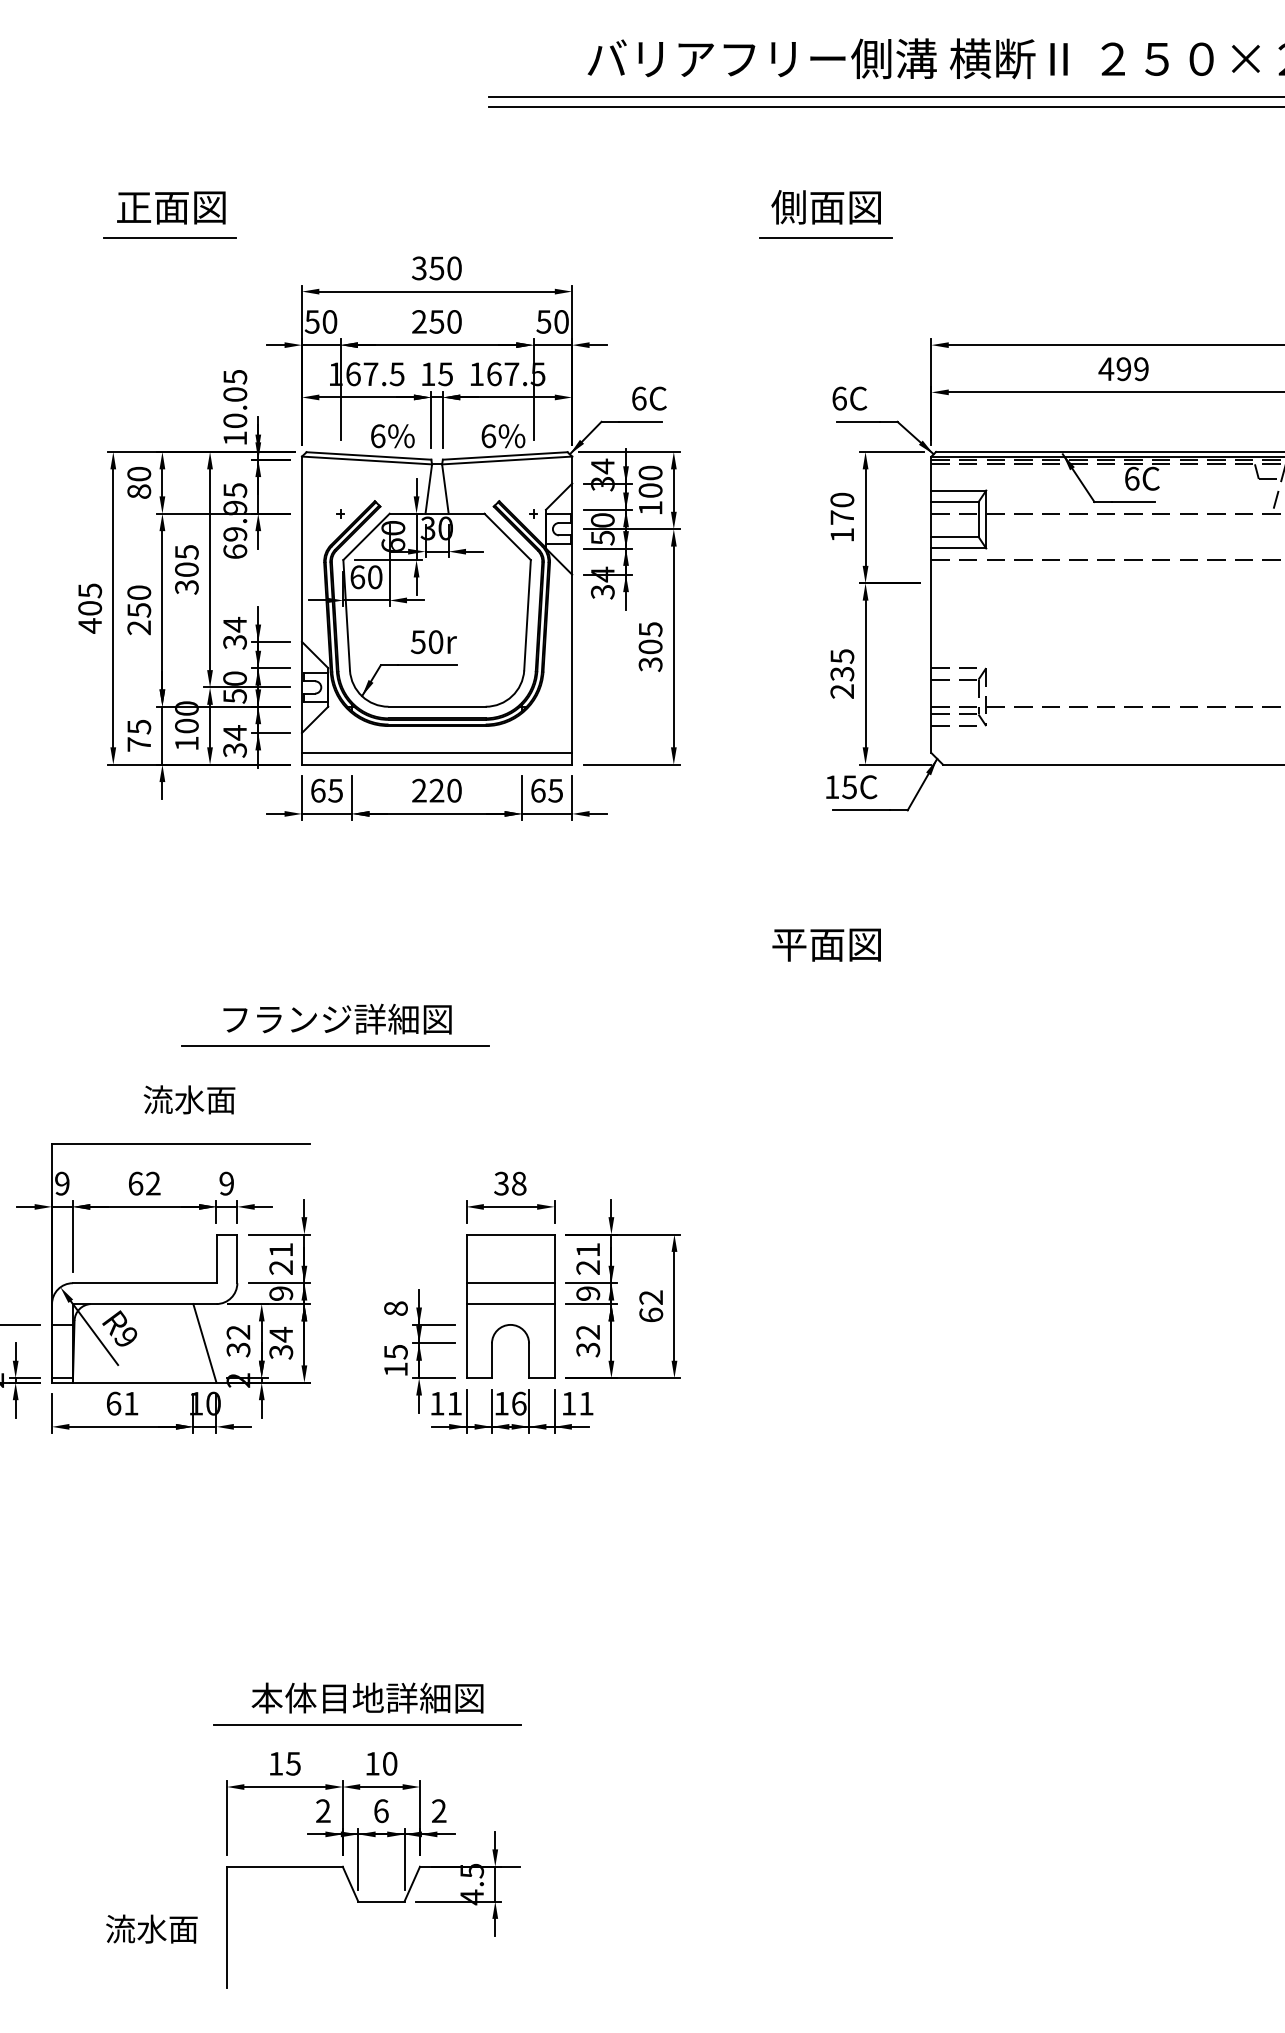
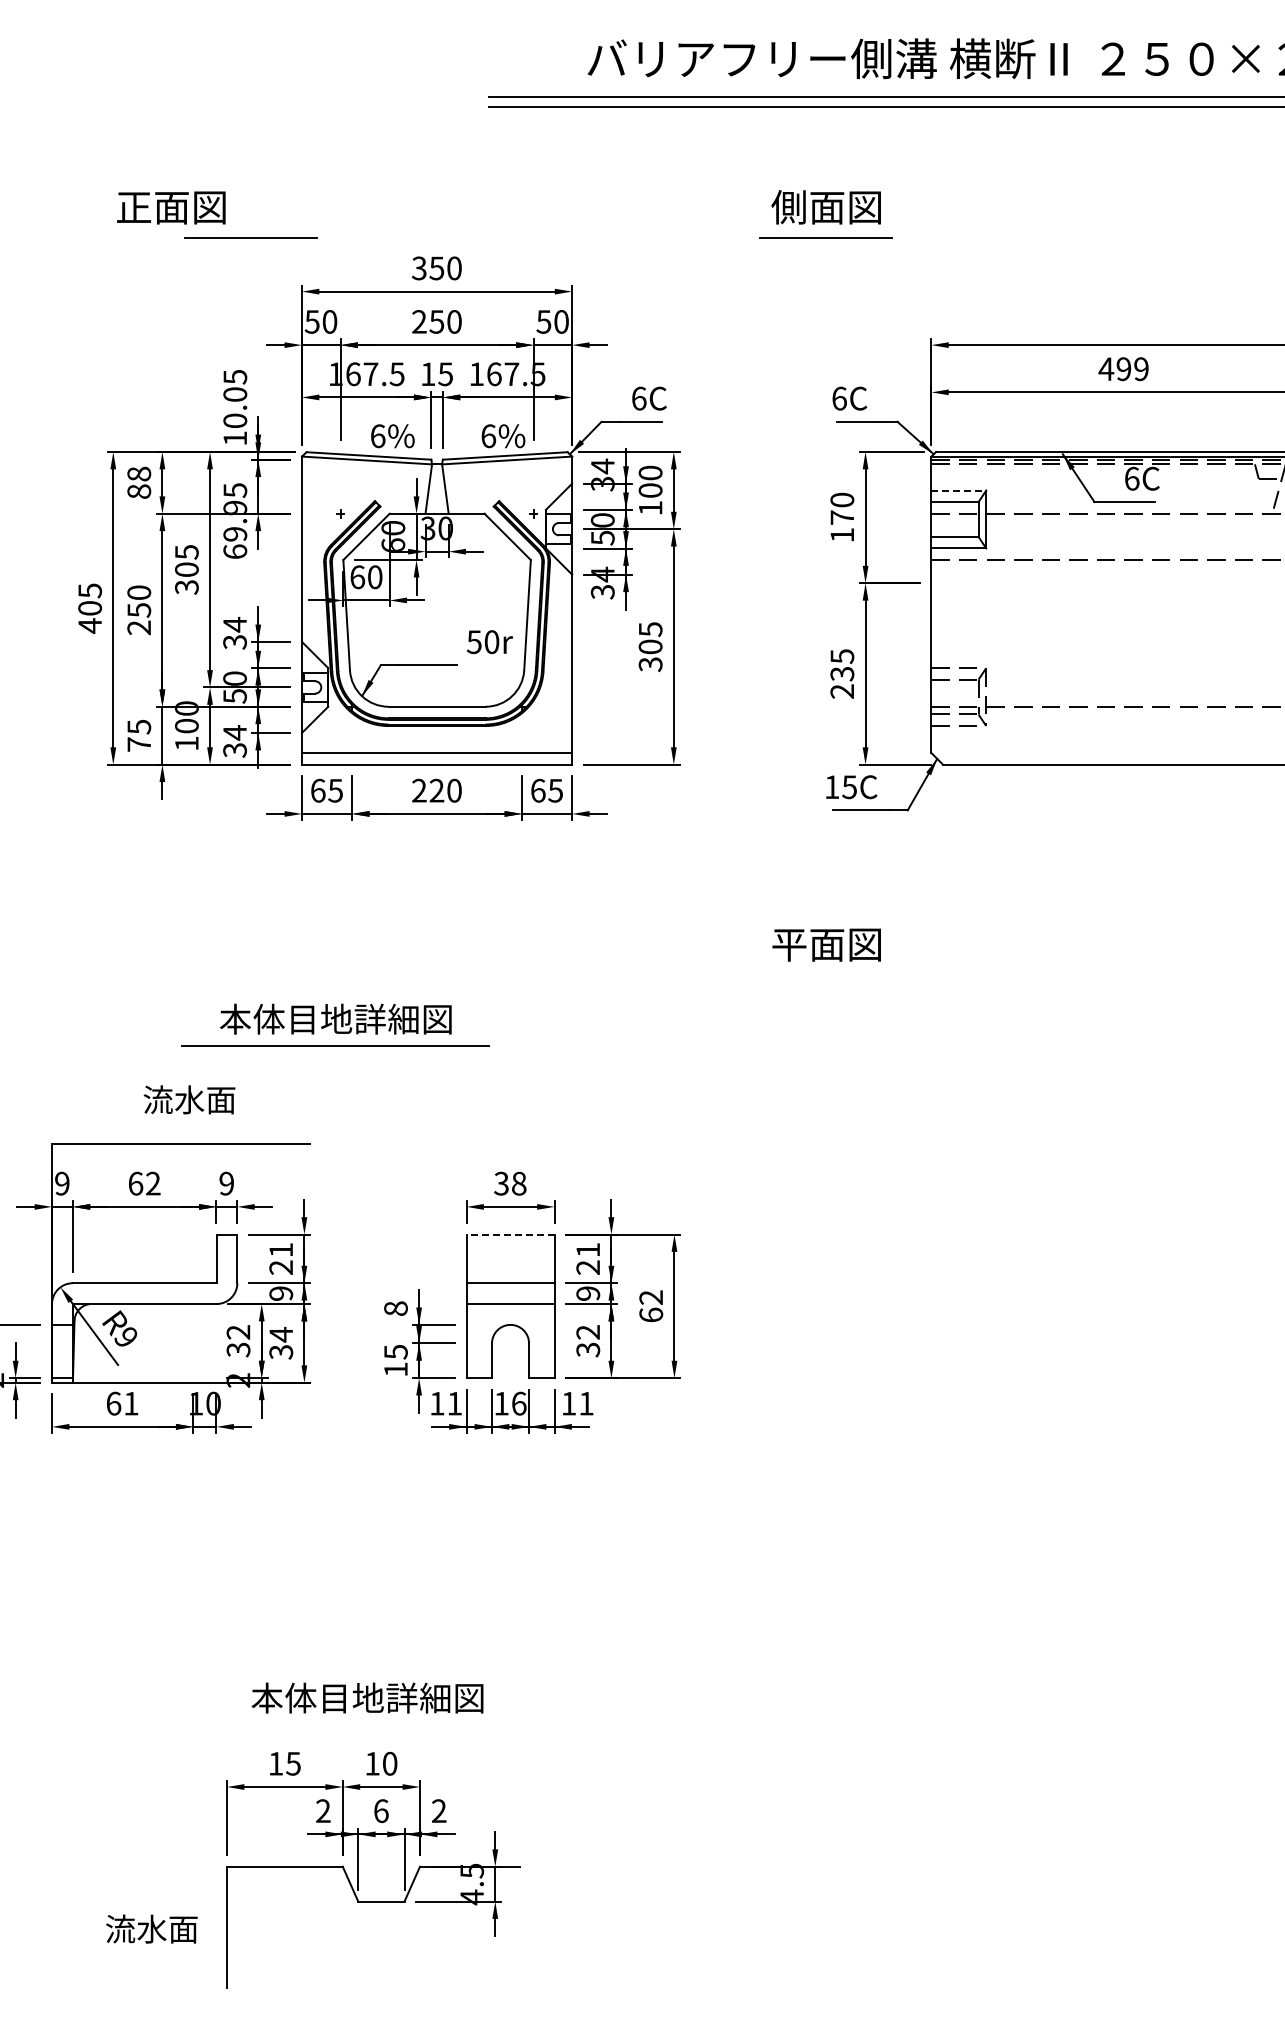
line at (169, 237) position: (169, 237) -> (250, 237)
text at (139, 473): 80 -> 88
line at (959, 490): solid -> dashed
text at (433, 642) position: (433, 642) -> (489, 642)
text at (286, 1018): フランジ詳細図 -> 本体目地詳細図
line at (510, 1234): solid -> dashed
line at (204, 1343): present -> none
line at (366, 1725): present -> none
